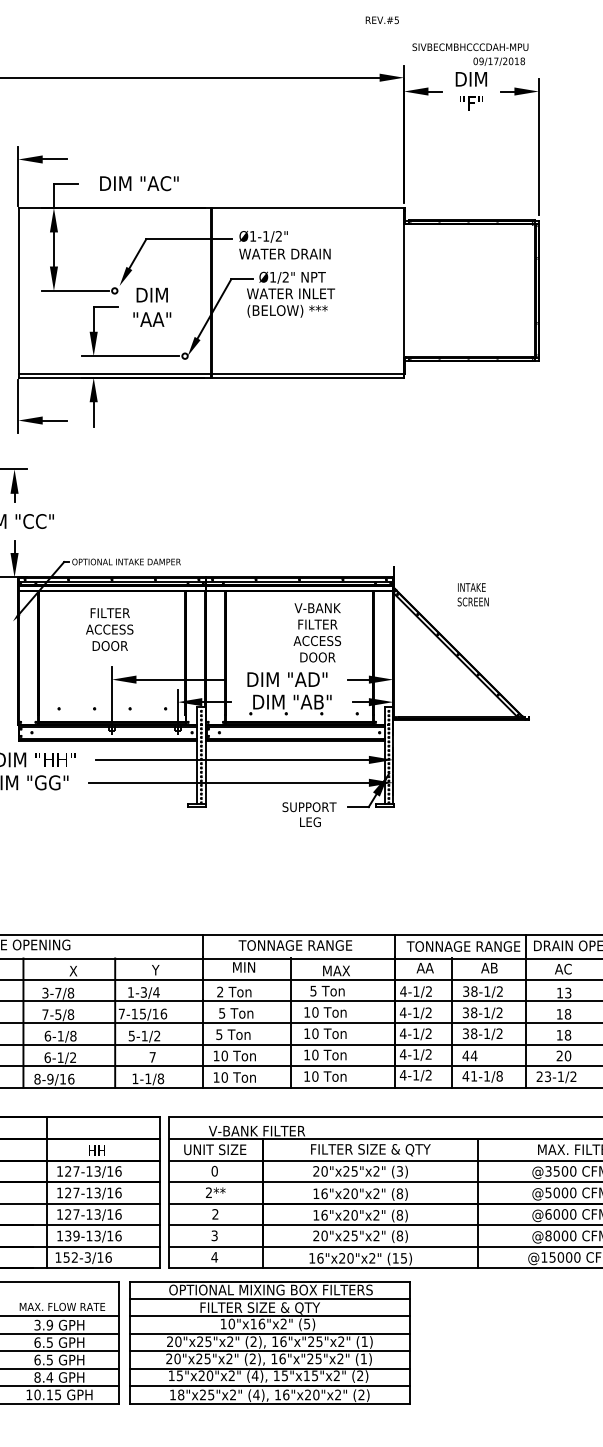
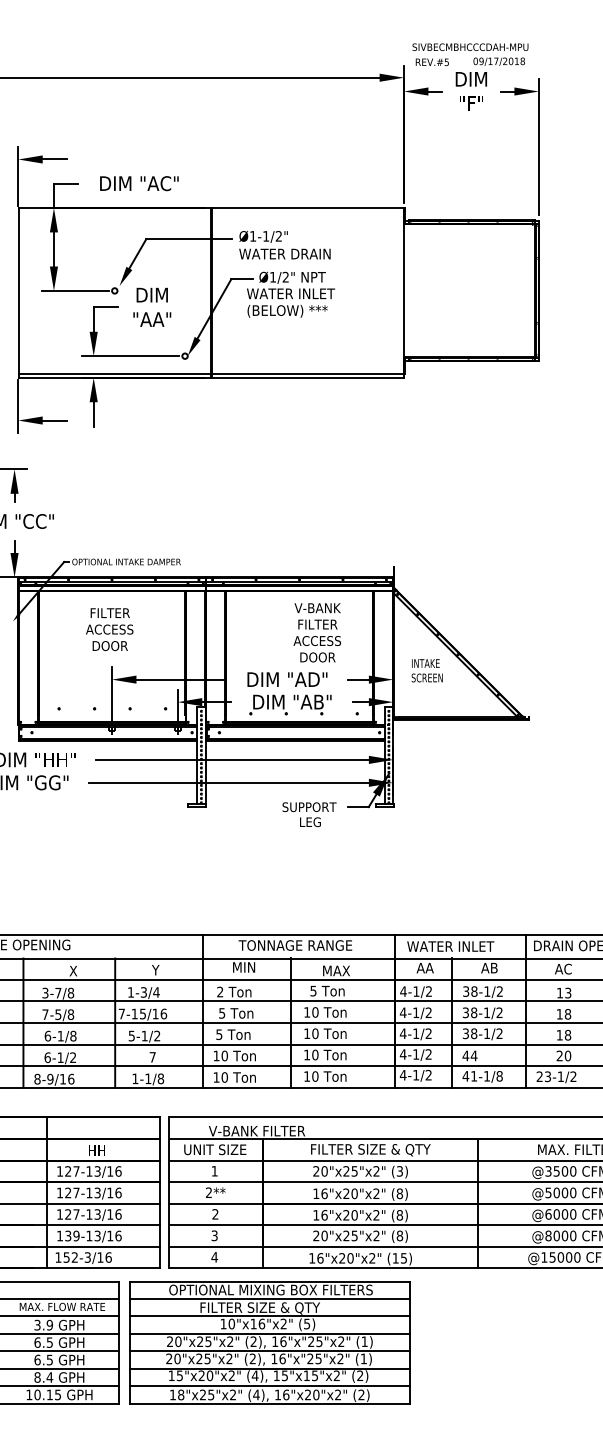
text at (381, 20) position: (381, 20) -> (431, 62)
text at (472, 594) position: (472, 594) -> (426, 670)
text at (463, 946): TONNAGE RANGE -> WATER INLET
text at (214, 1170): 0 -> 1
line at (60, 1298): none -> present
